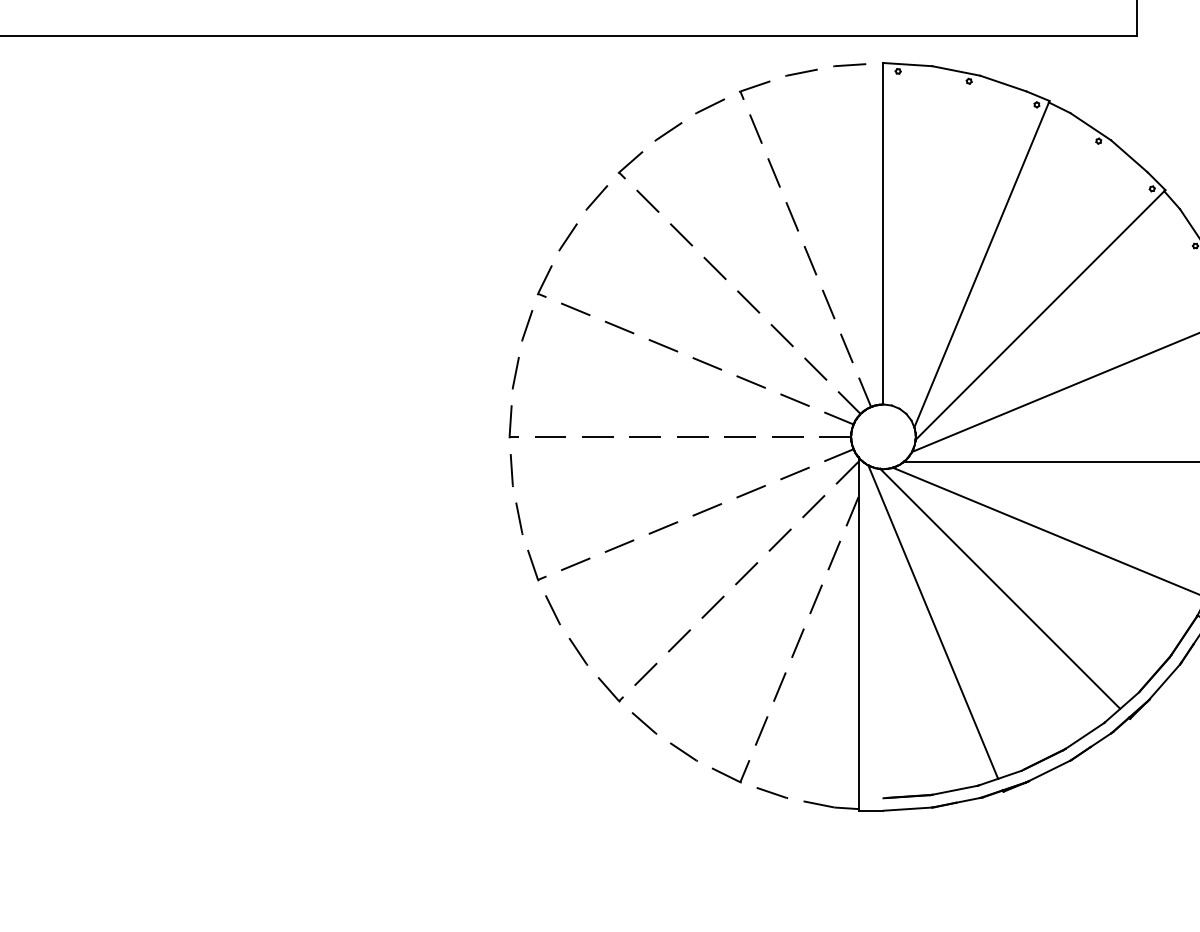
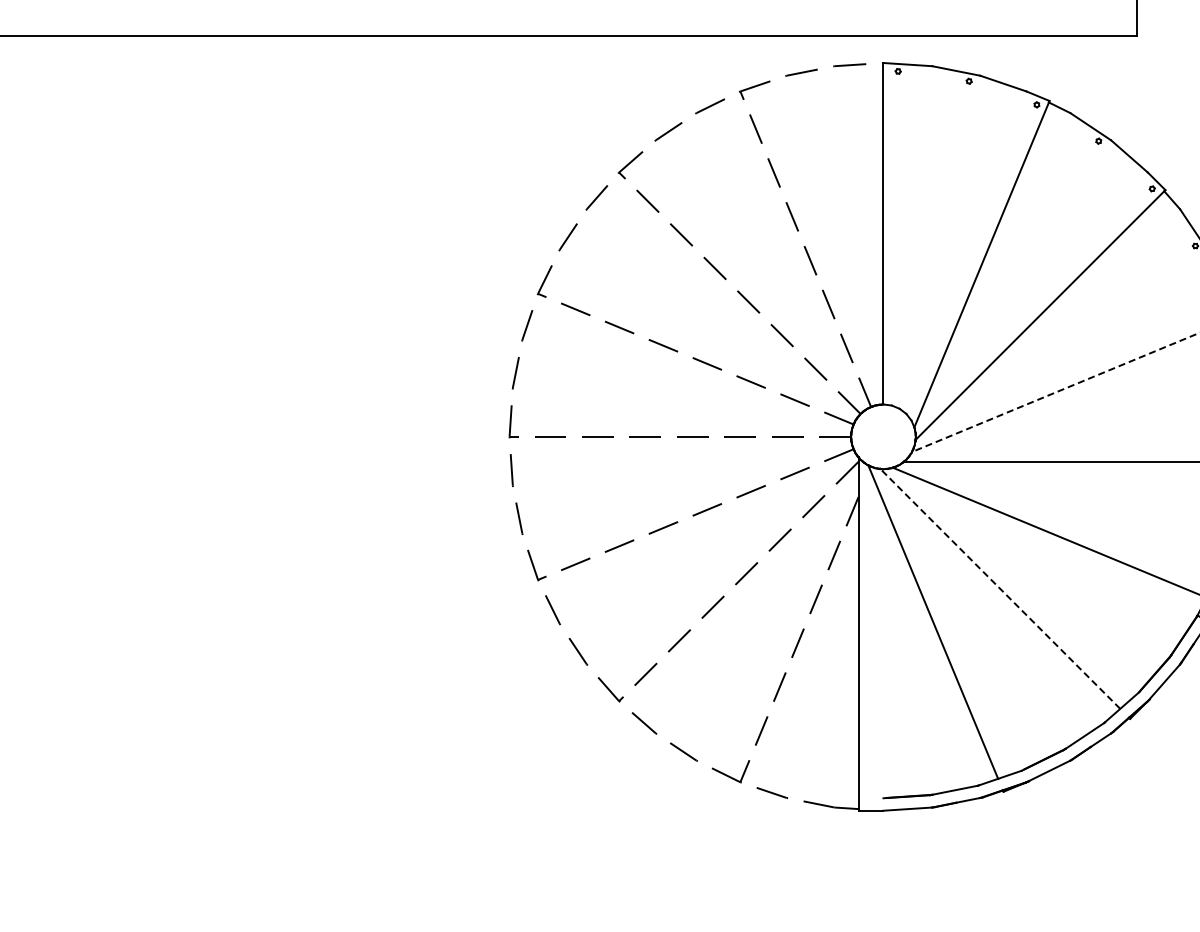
line at (1055, 392): solid -> dashed
line at (1000, 588): solid -> dashed
